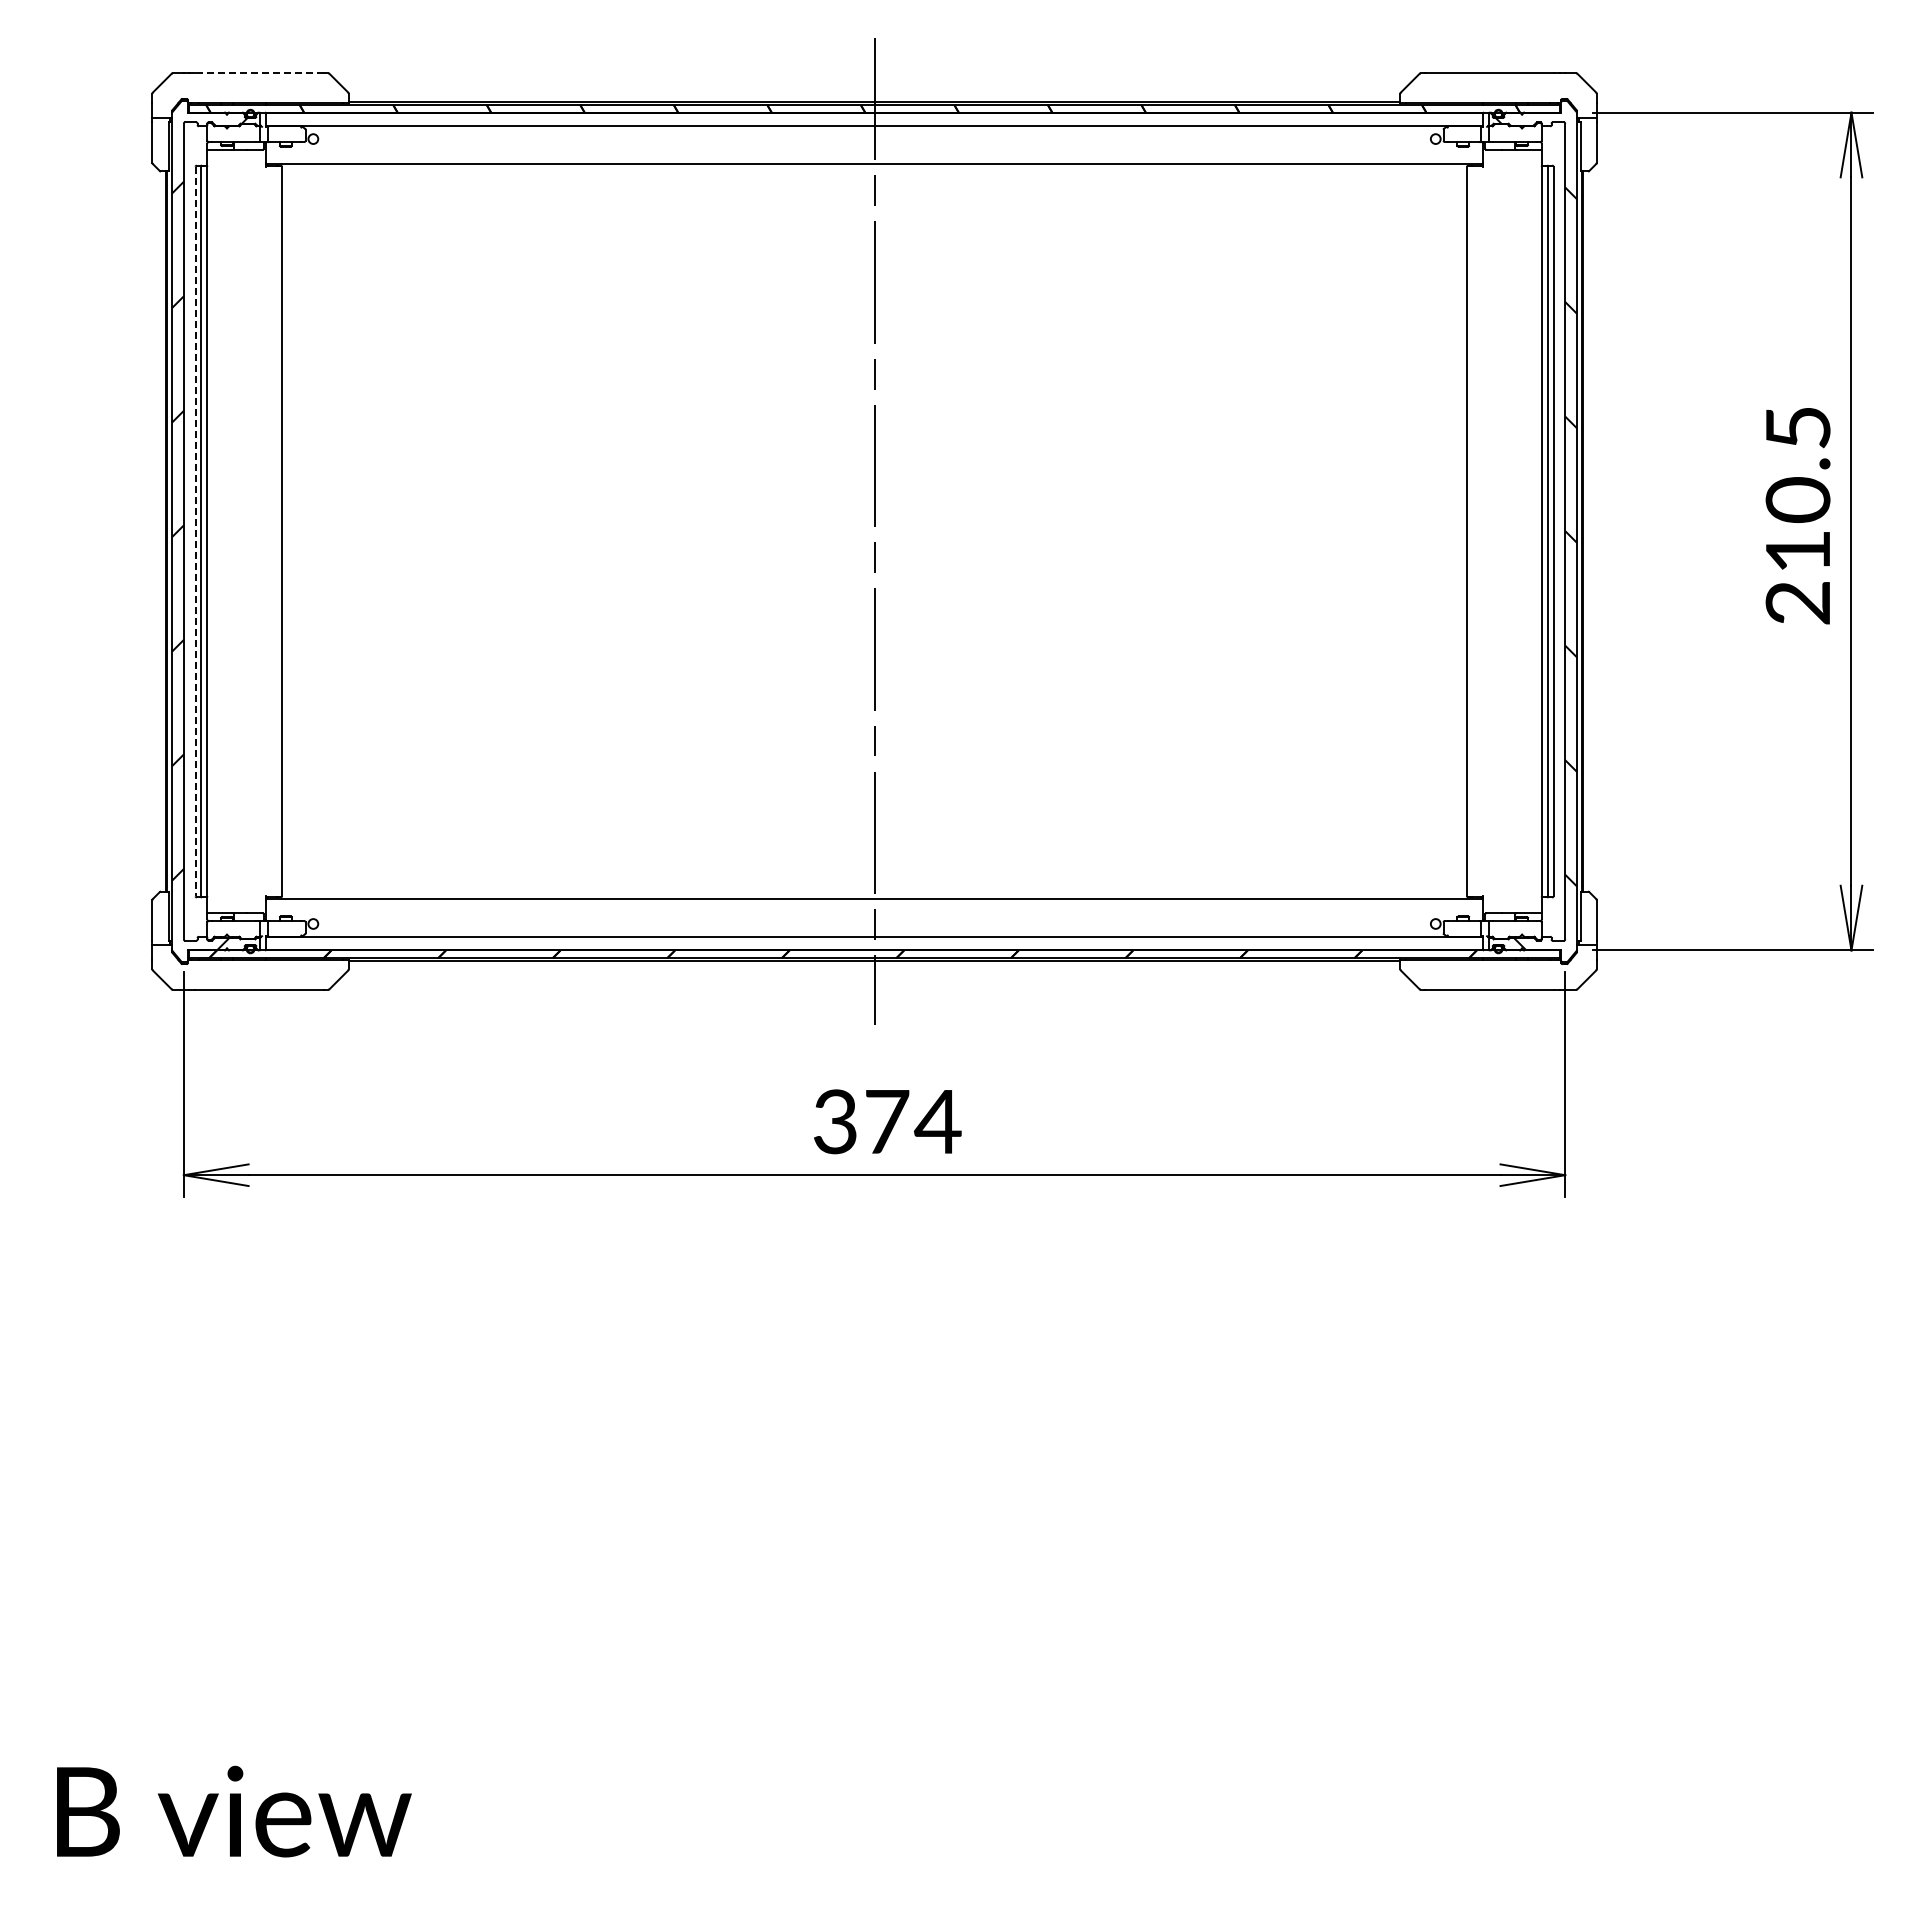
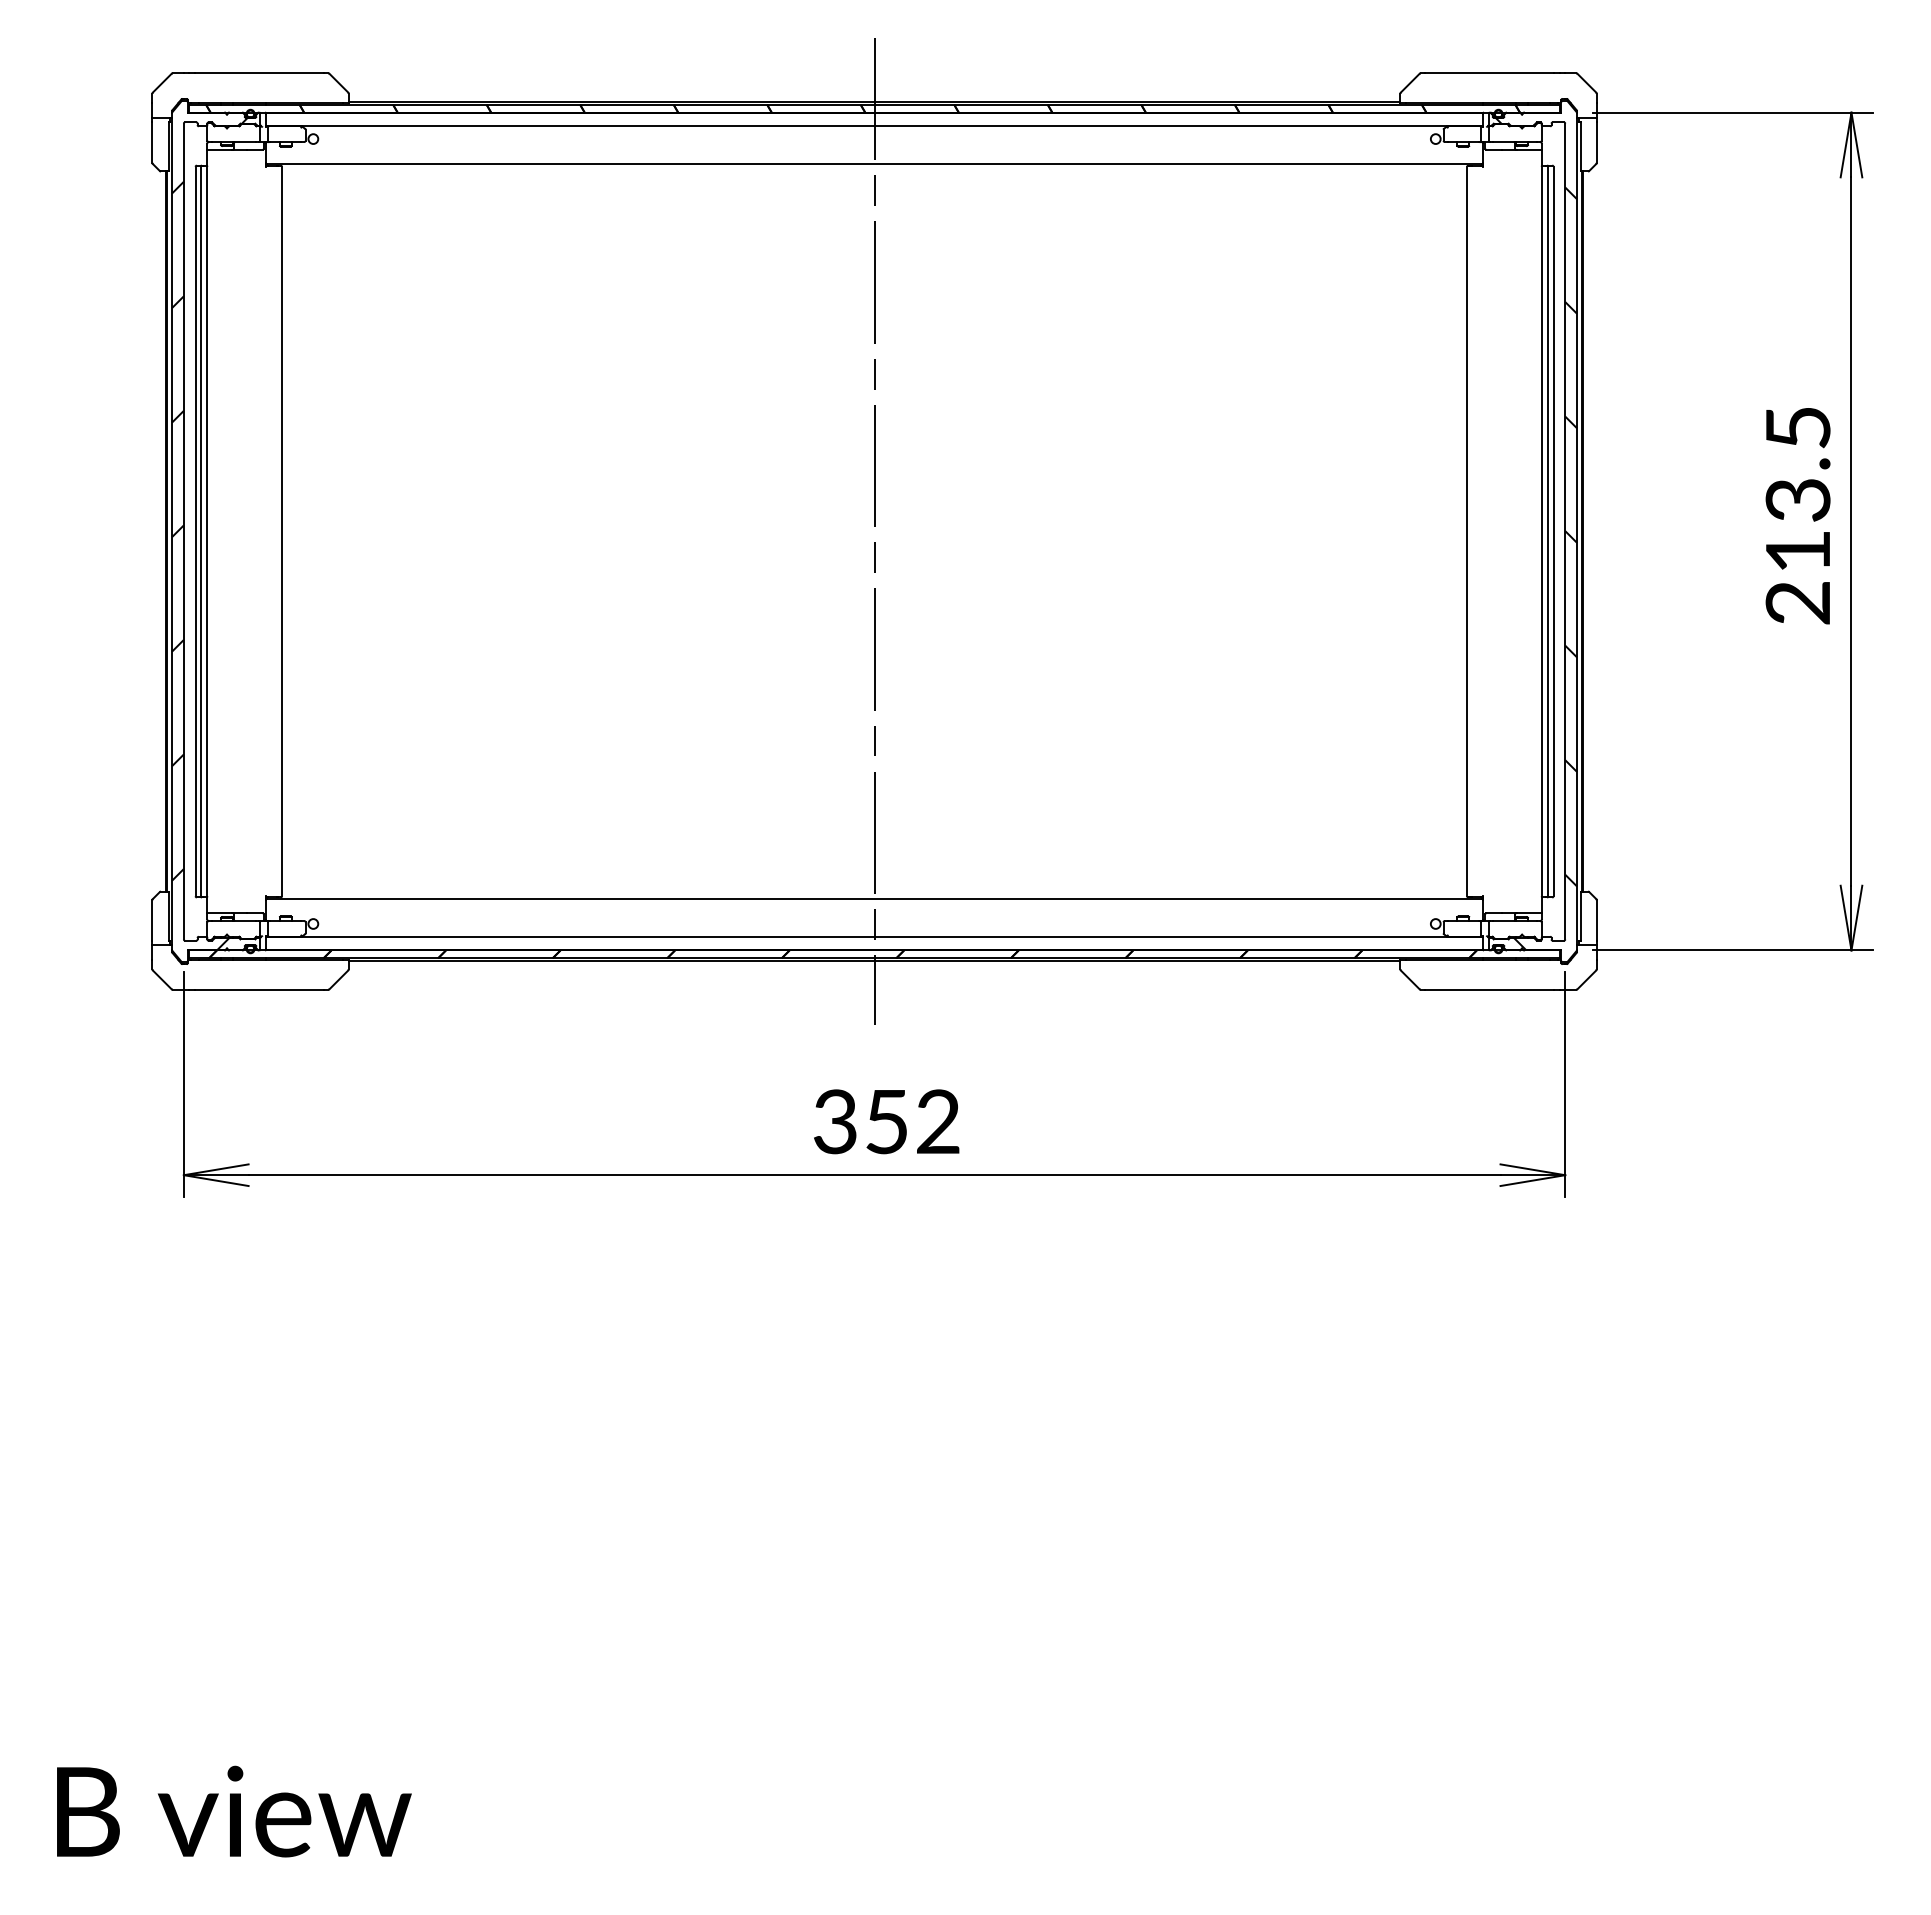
line at (259, 73): dashed -> solid
text at (1797, 500): 210.5 -> 213.5
line at (195, 531): dashed -> solid
text at (913, 1121): 374 -> 352
